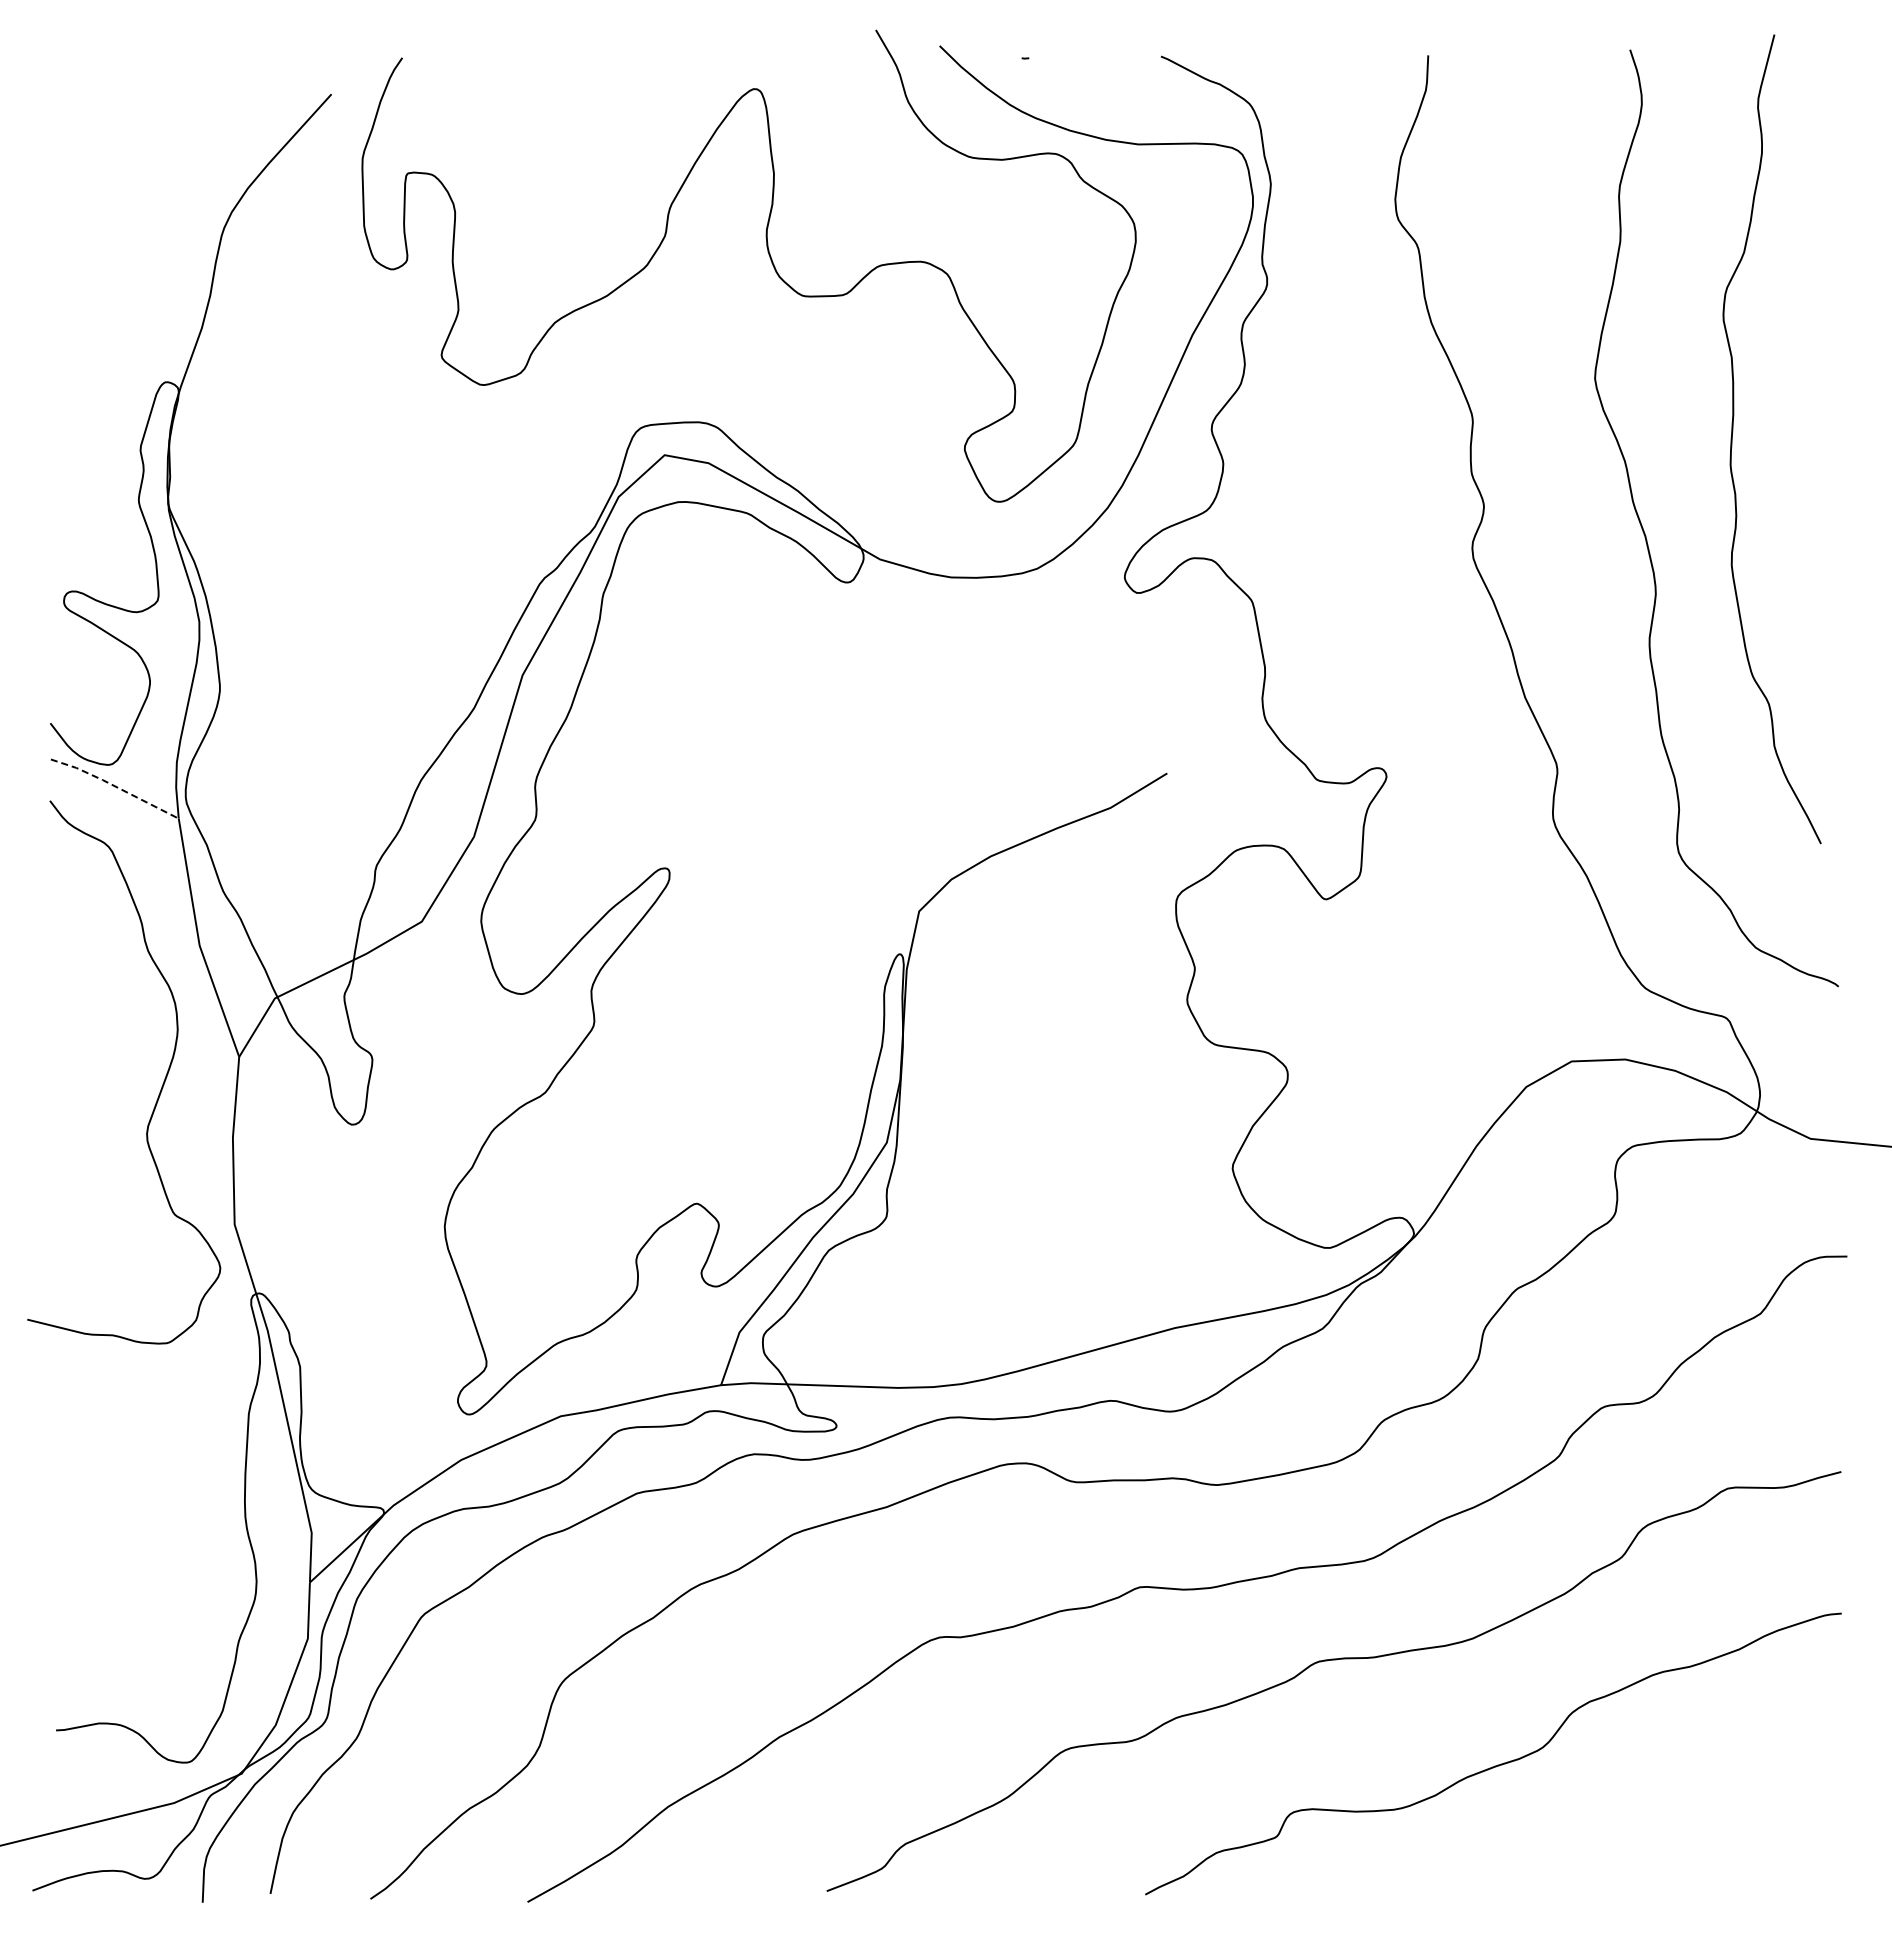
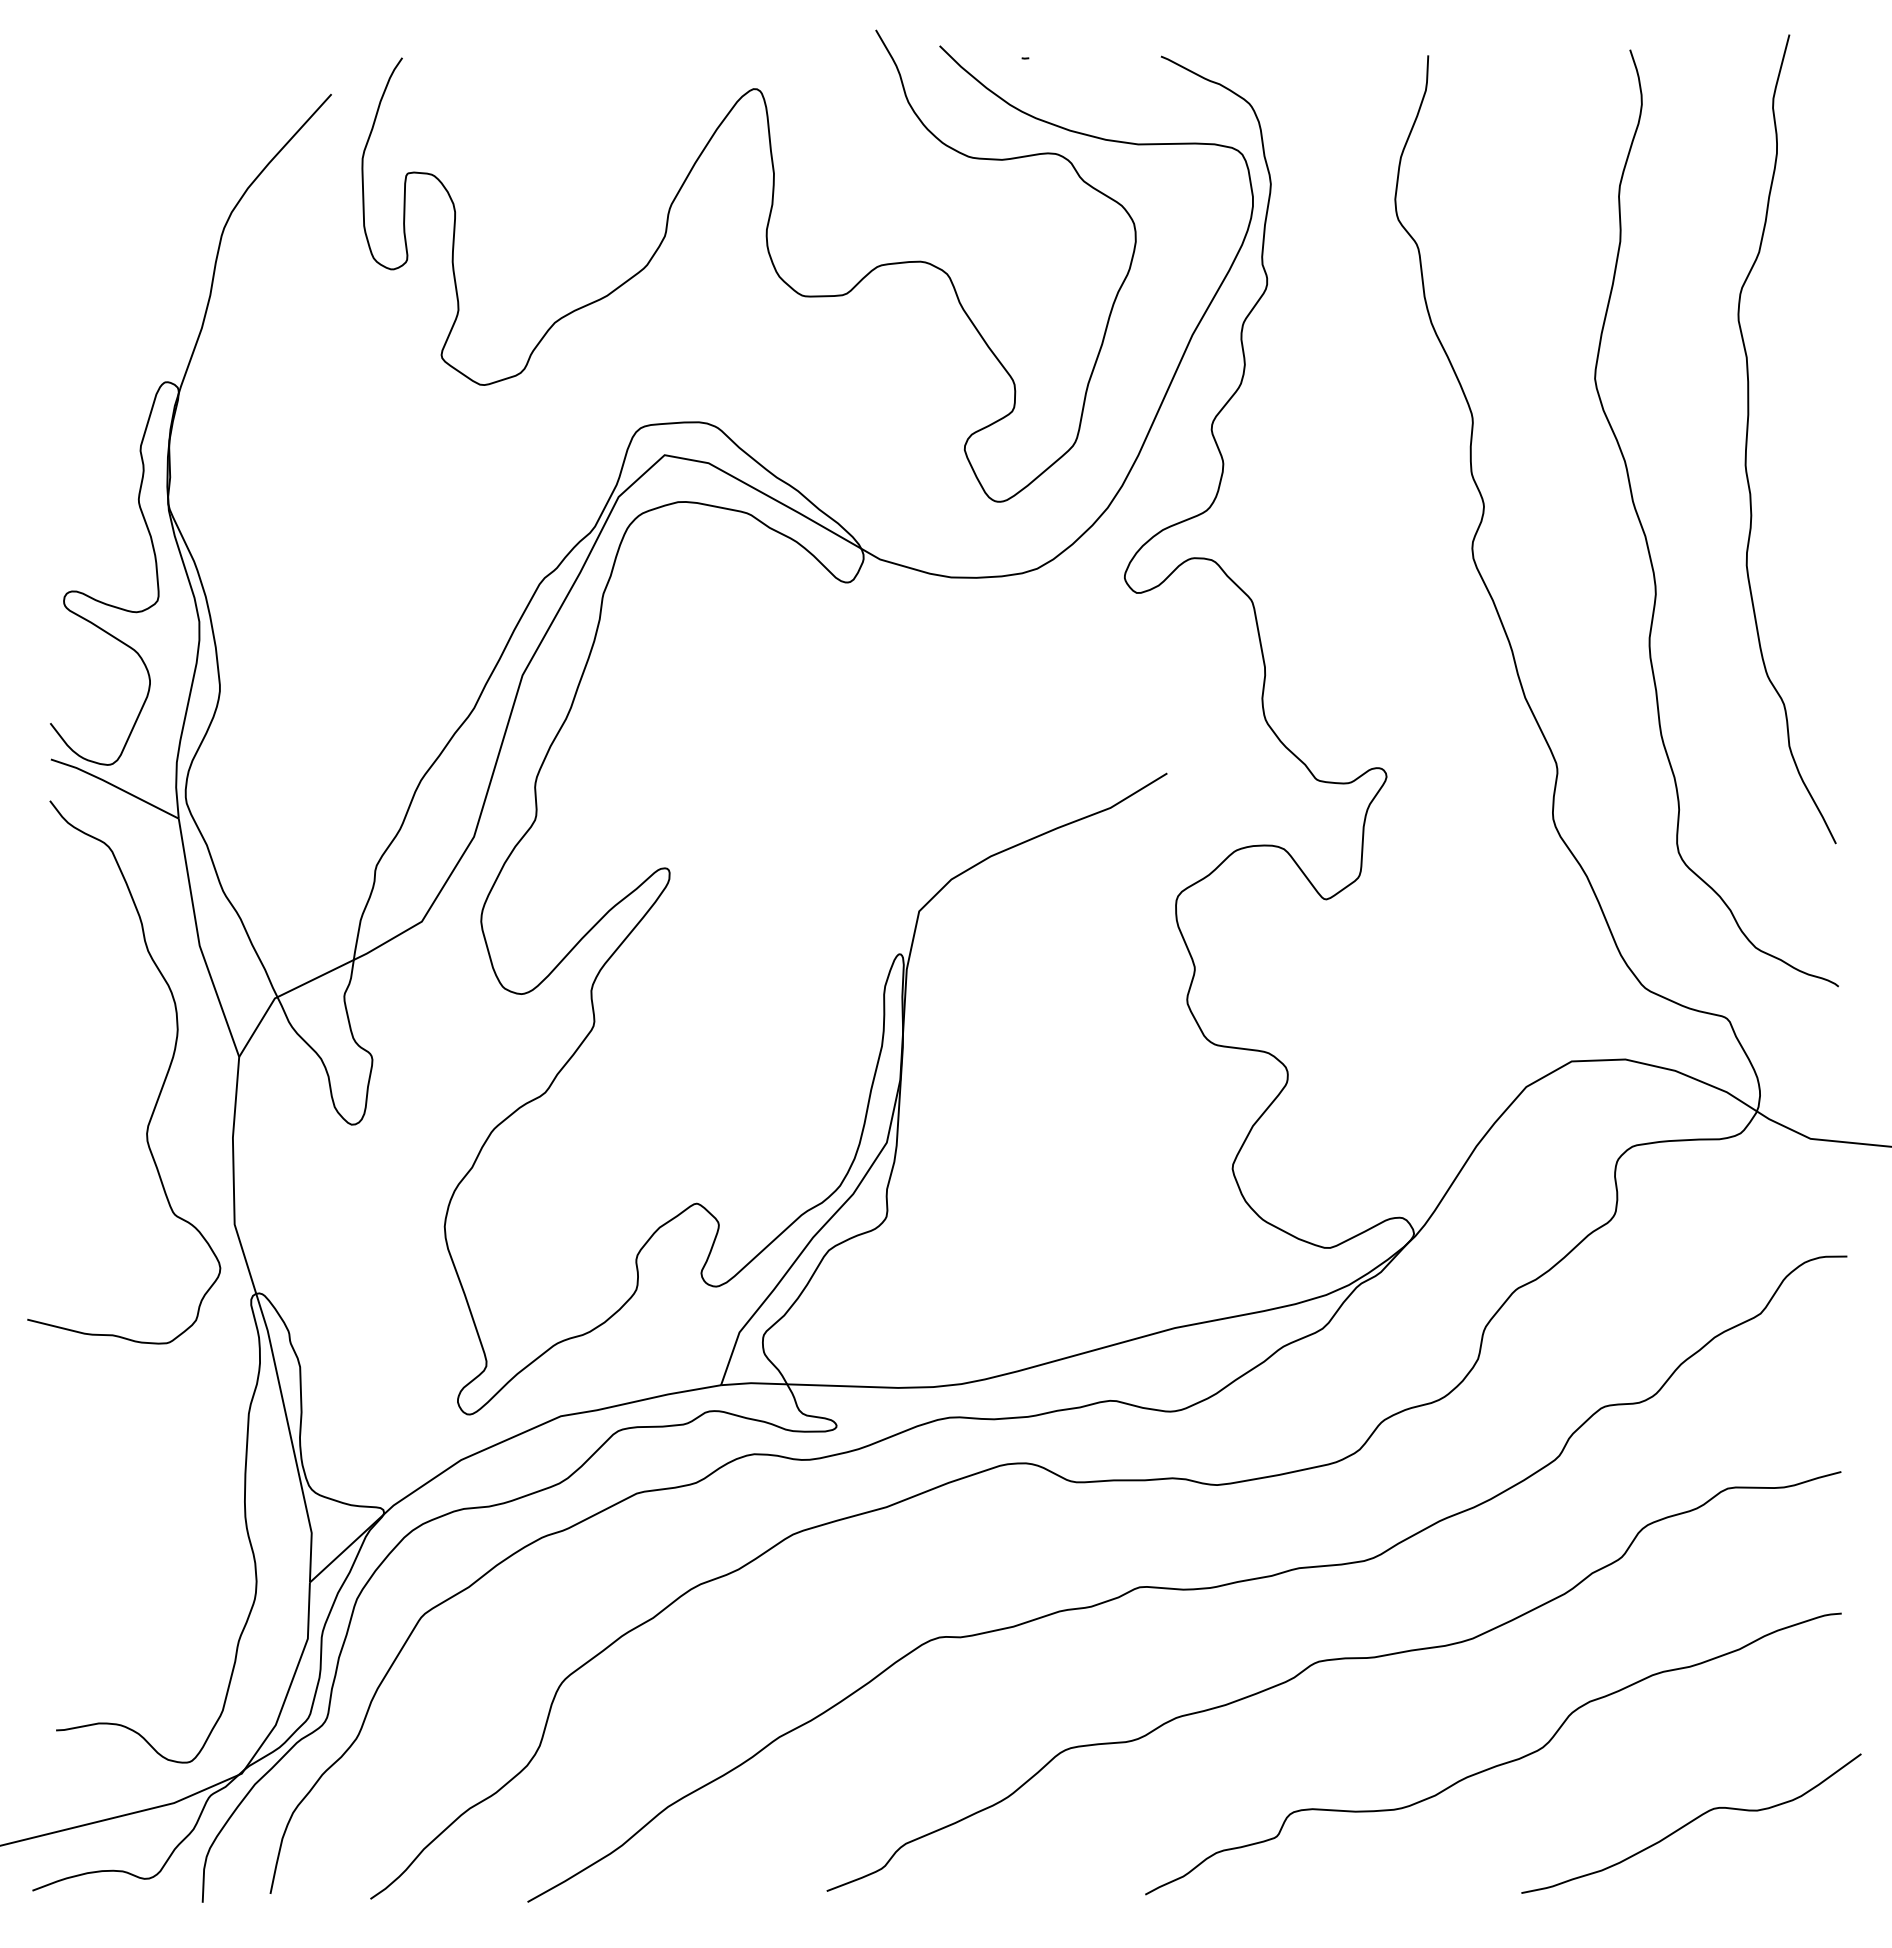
curve at (1733, 431) position: (1733, 431) -> (1748, 431)
line at (115, 786): dashed -> solid
curve at (1691, 1822): none -> present
